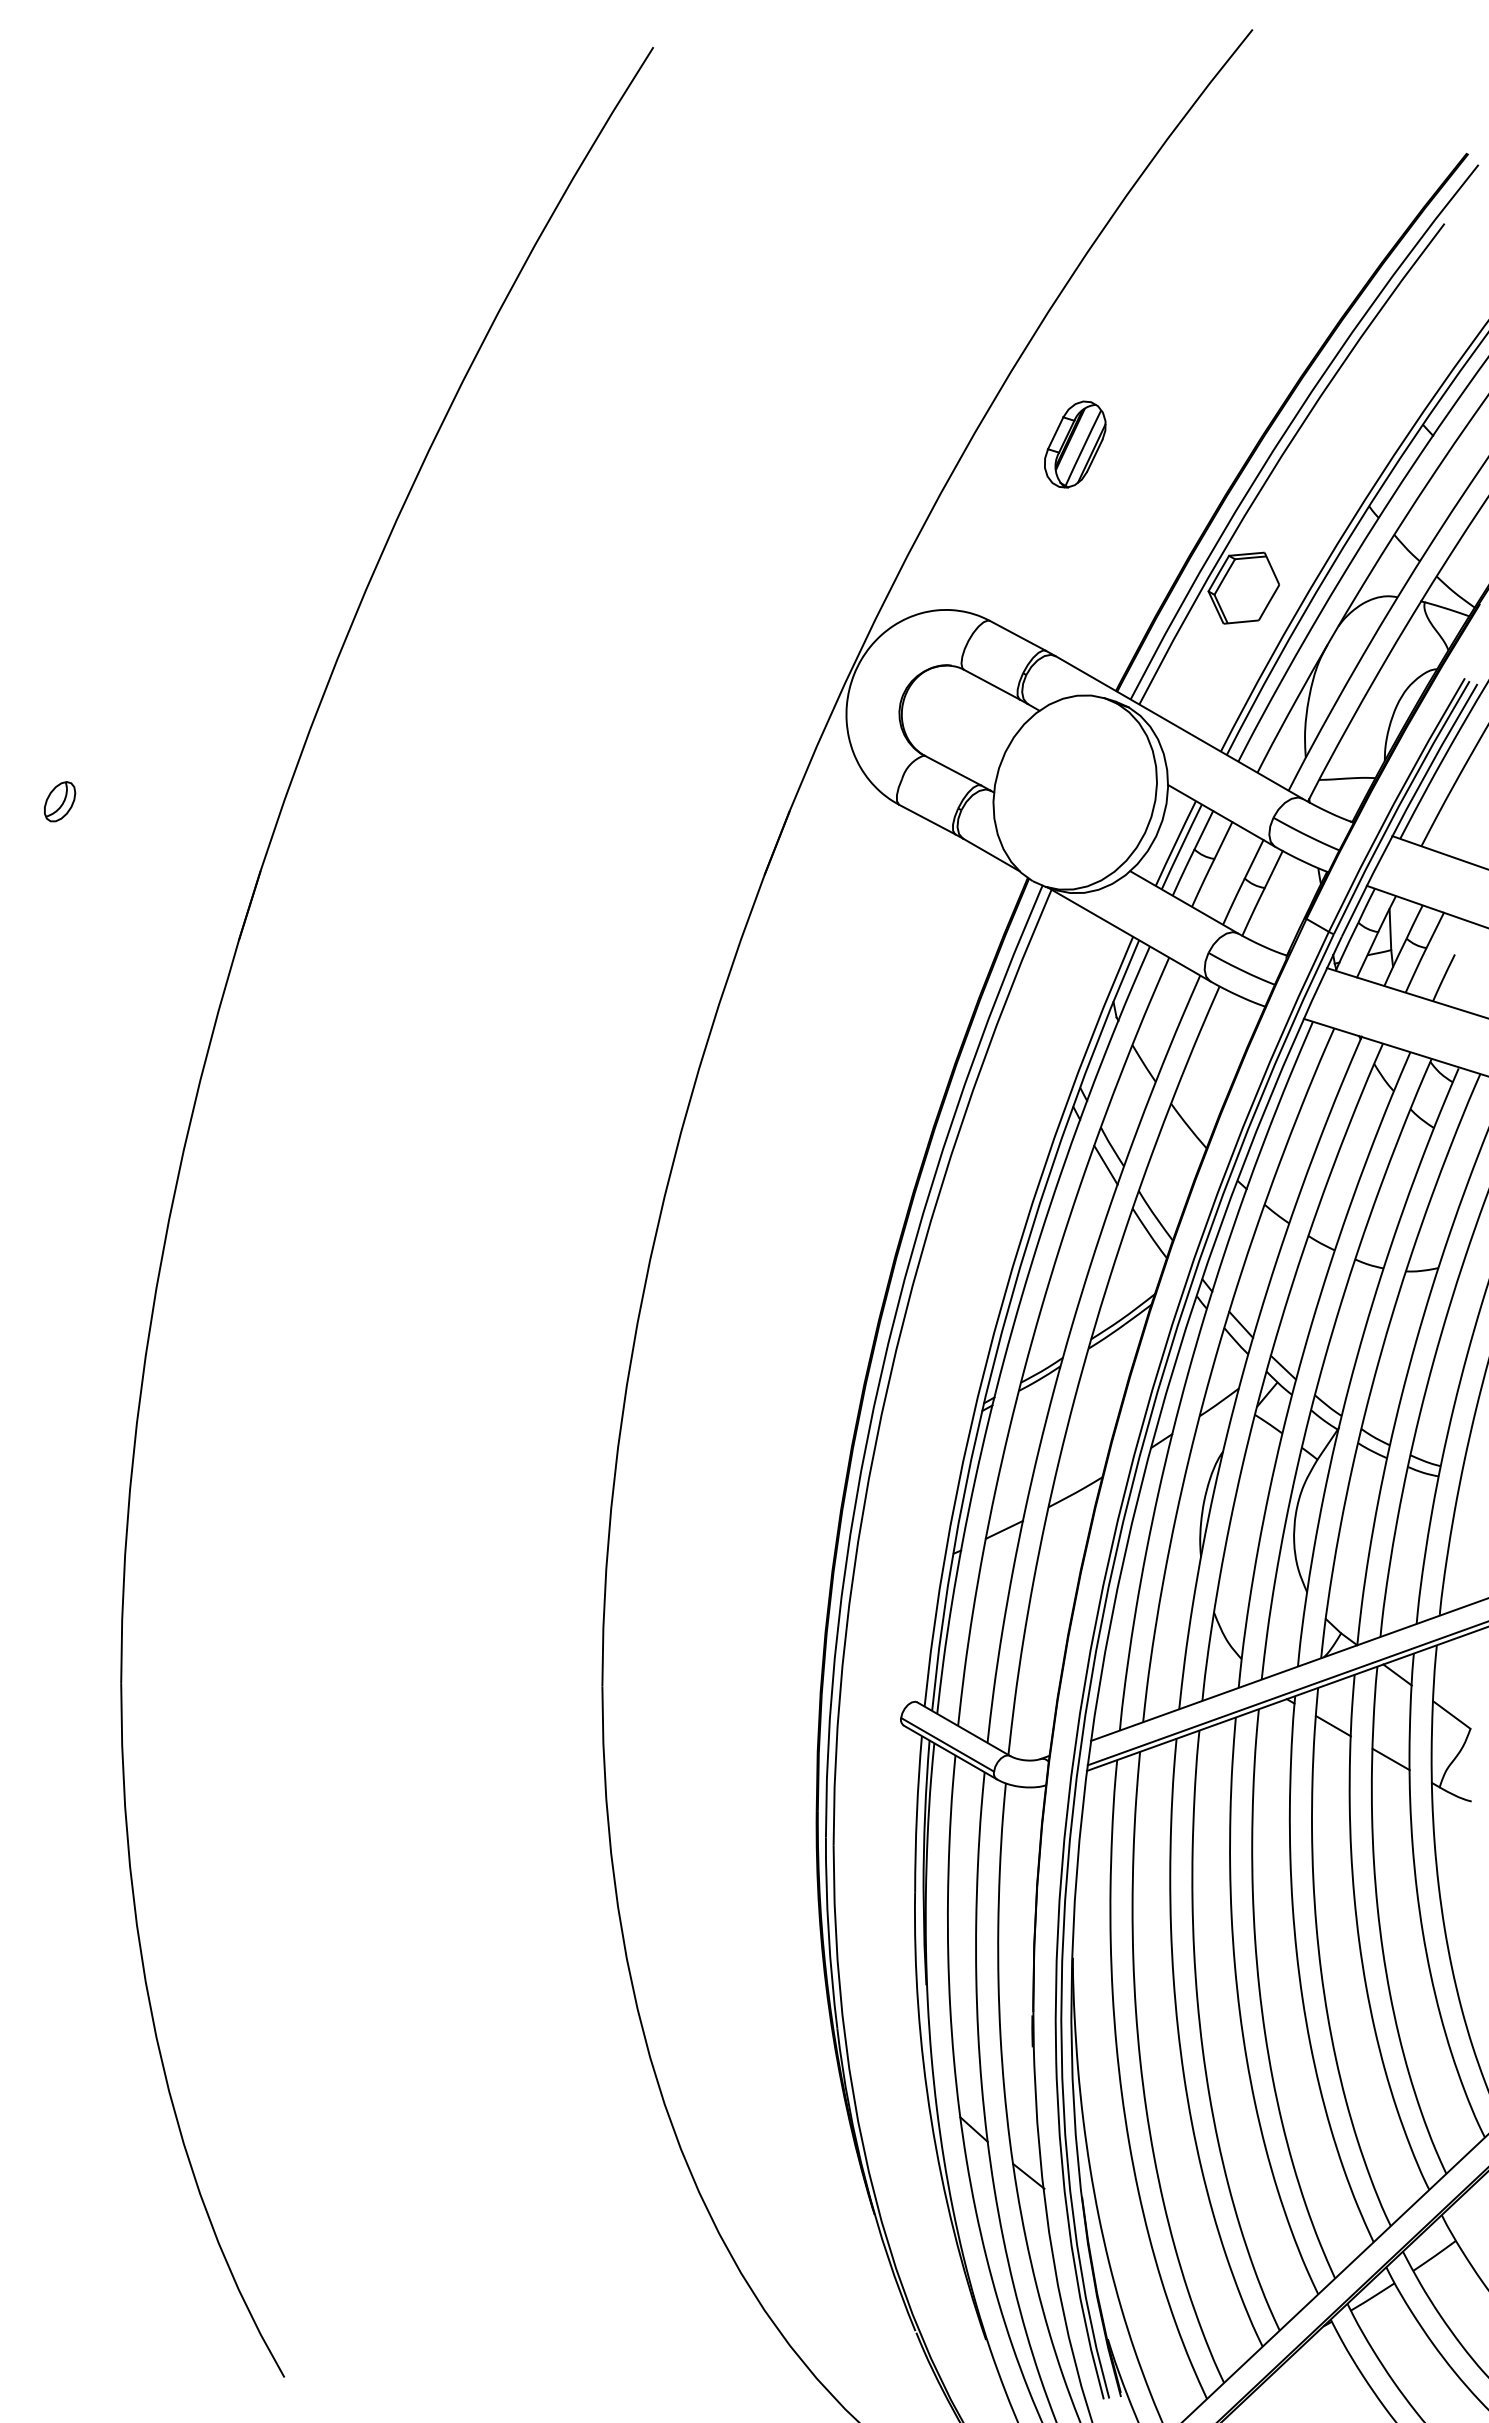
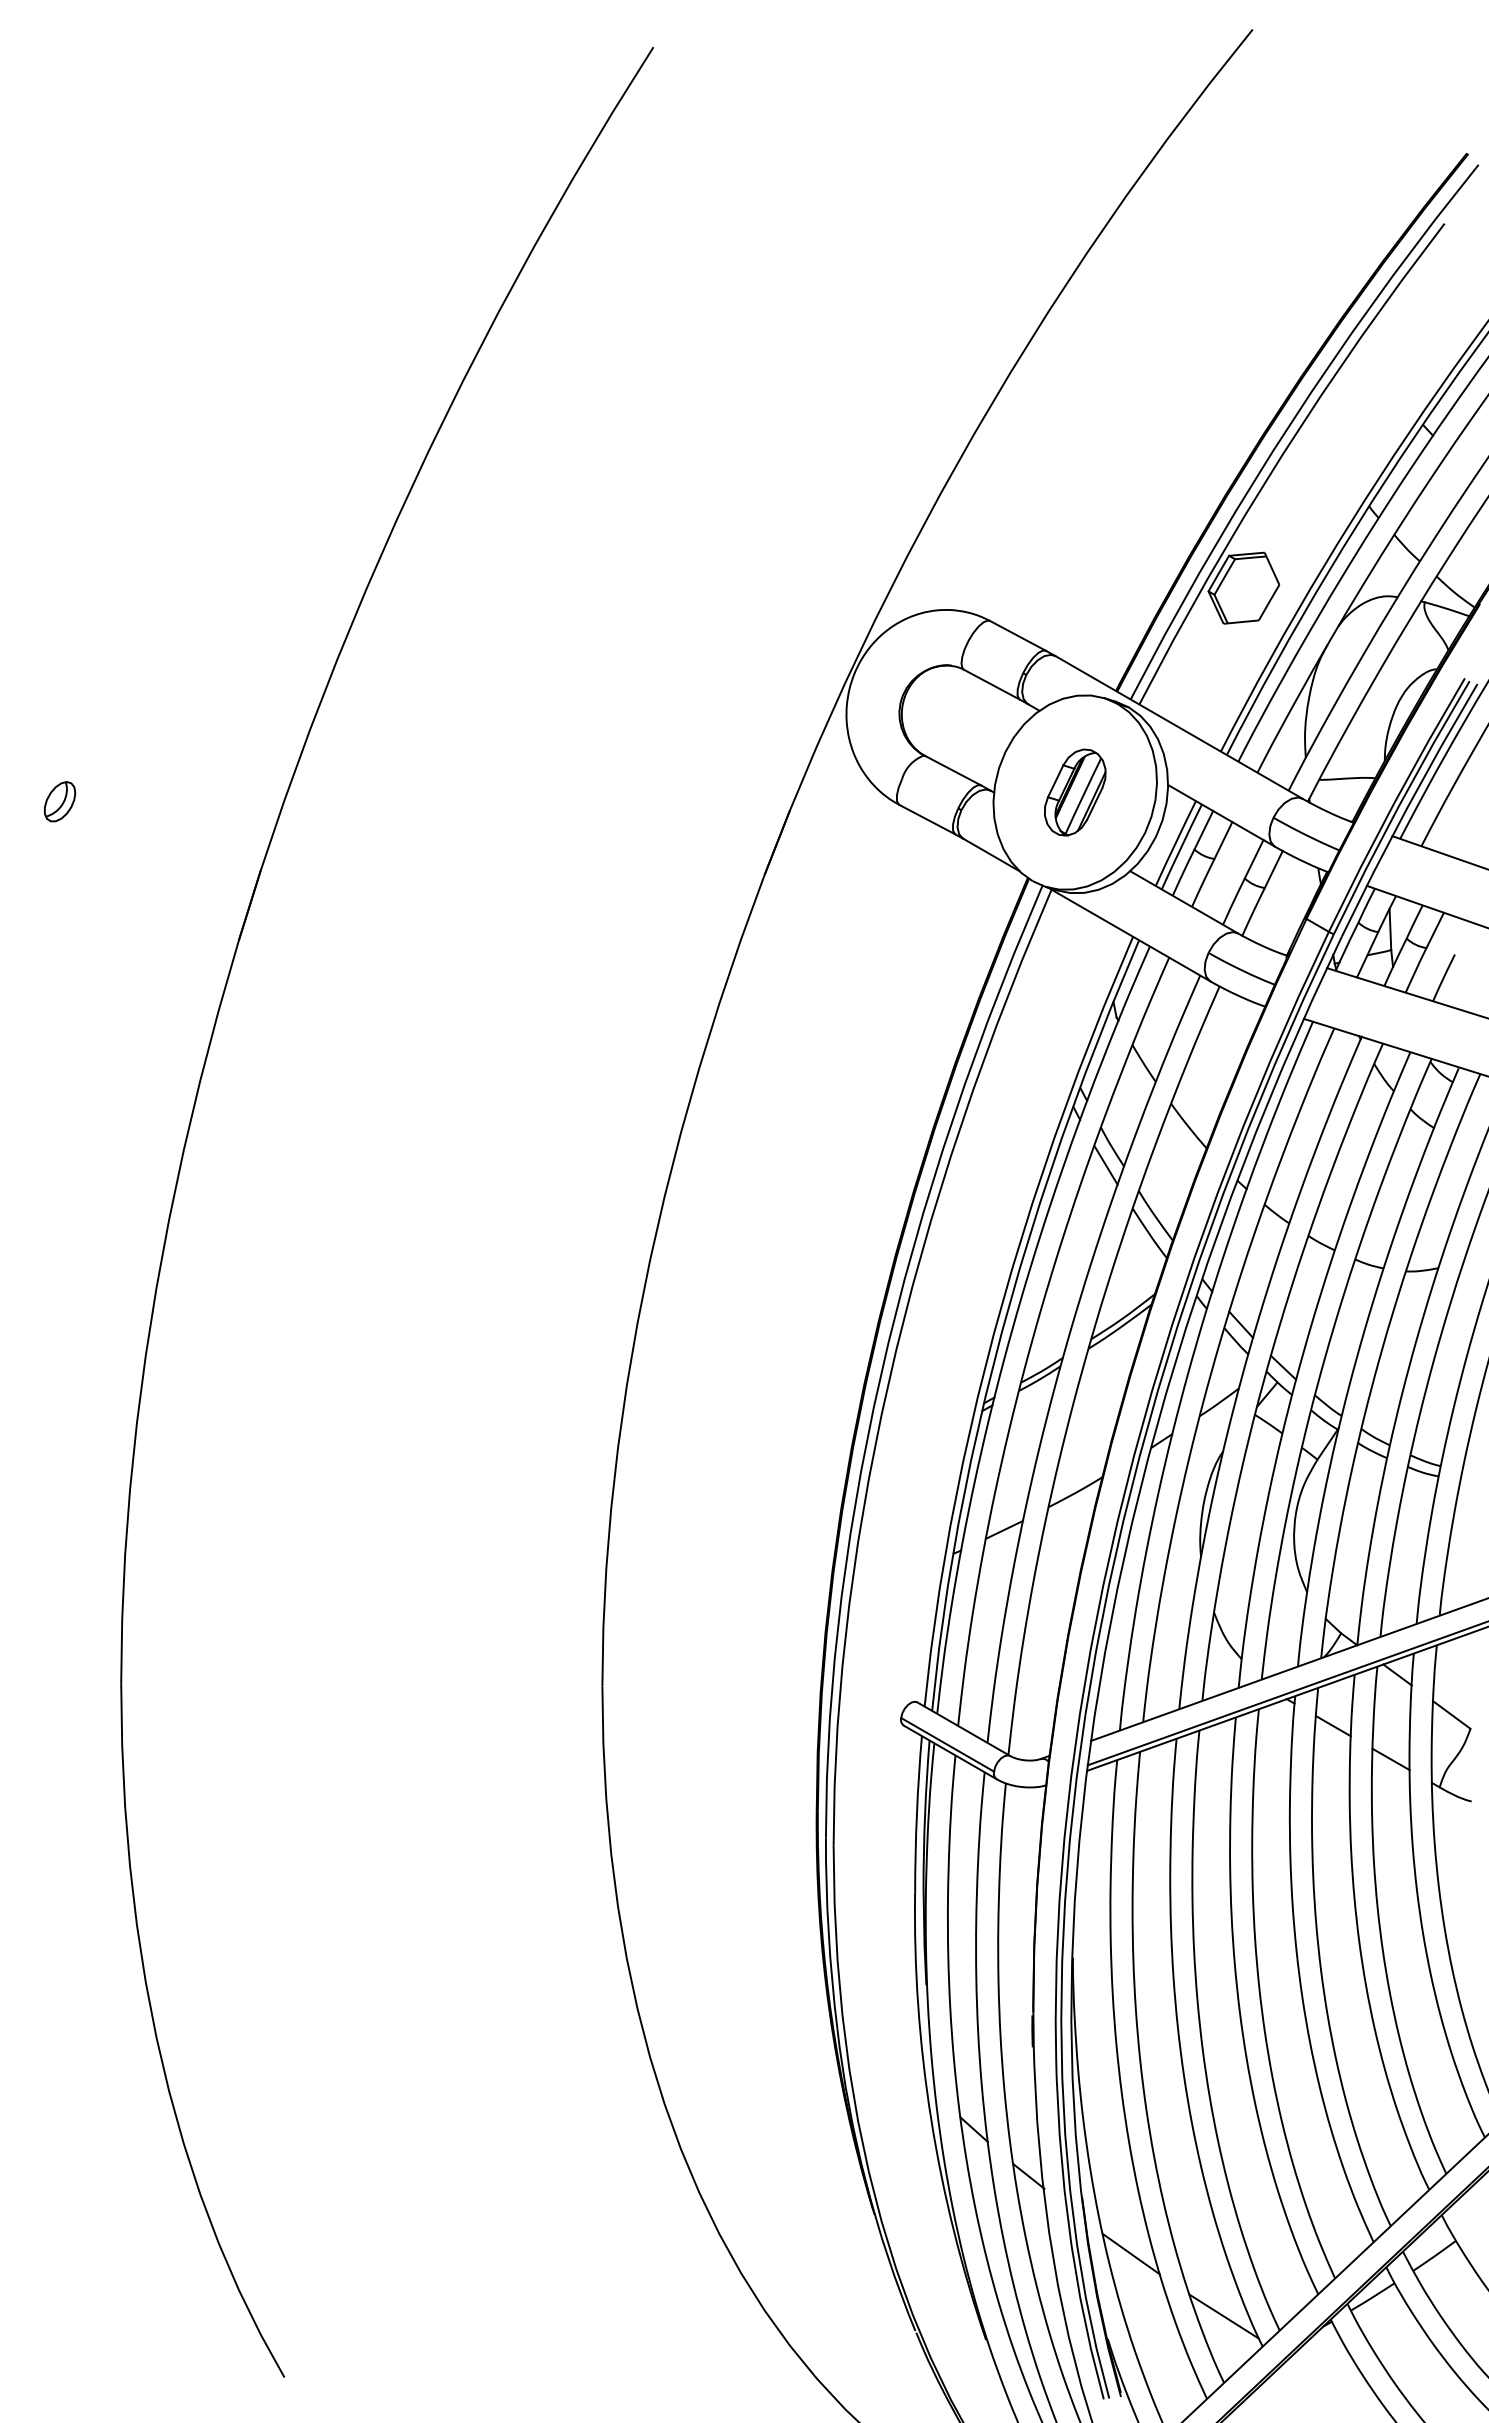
part at (1075, 444) position: (1075, 444) -> (1075, 792)
line at (1130, 2253): none -> present
line at (1223, 2316): none -> present
